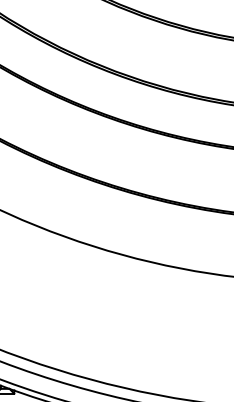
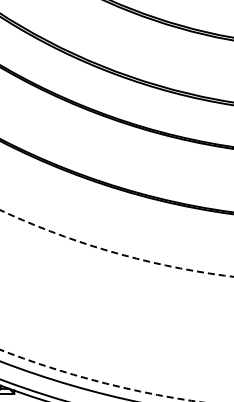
arc at (112, 252): solid -> dashed
arc at (98, 381): solid -> dashed
